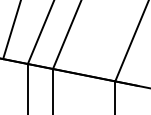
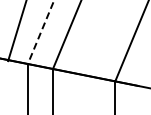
line at (11, 30) position: (11, 30) -> (16, 31)
line at (40, 32): solid -> dashed
